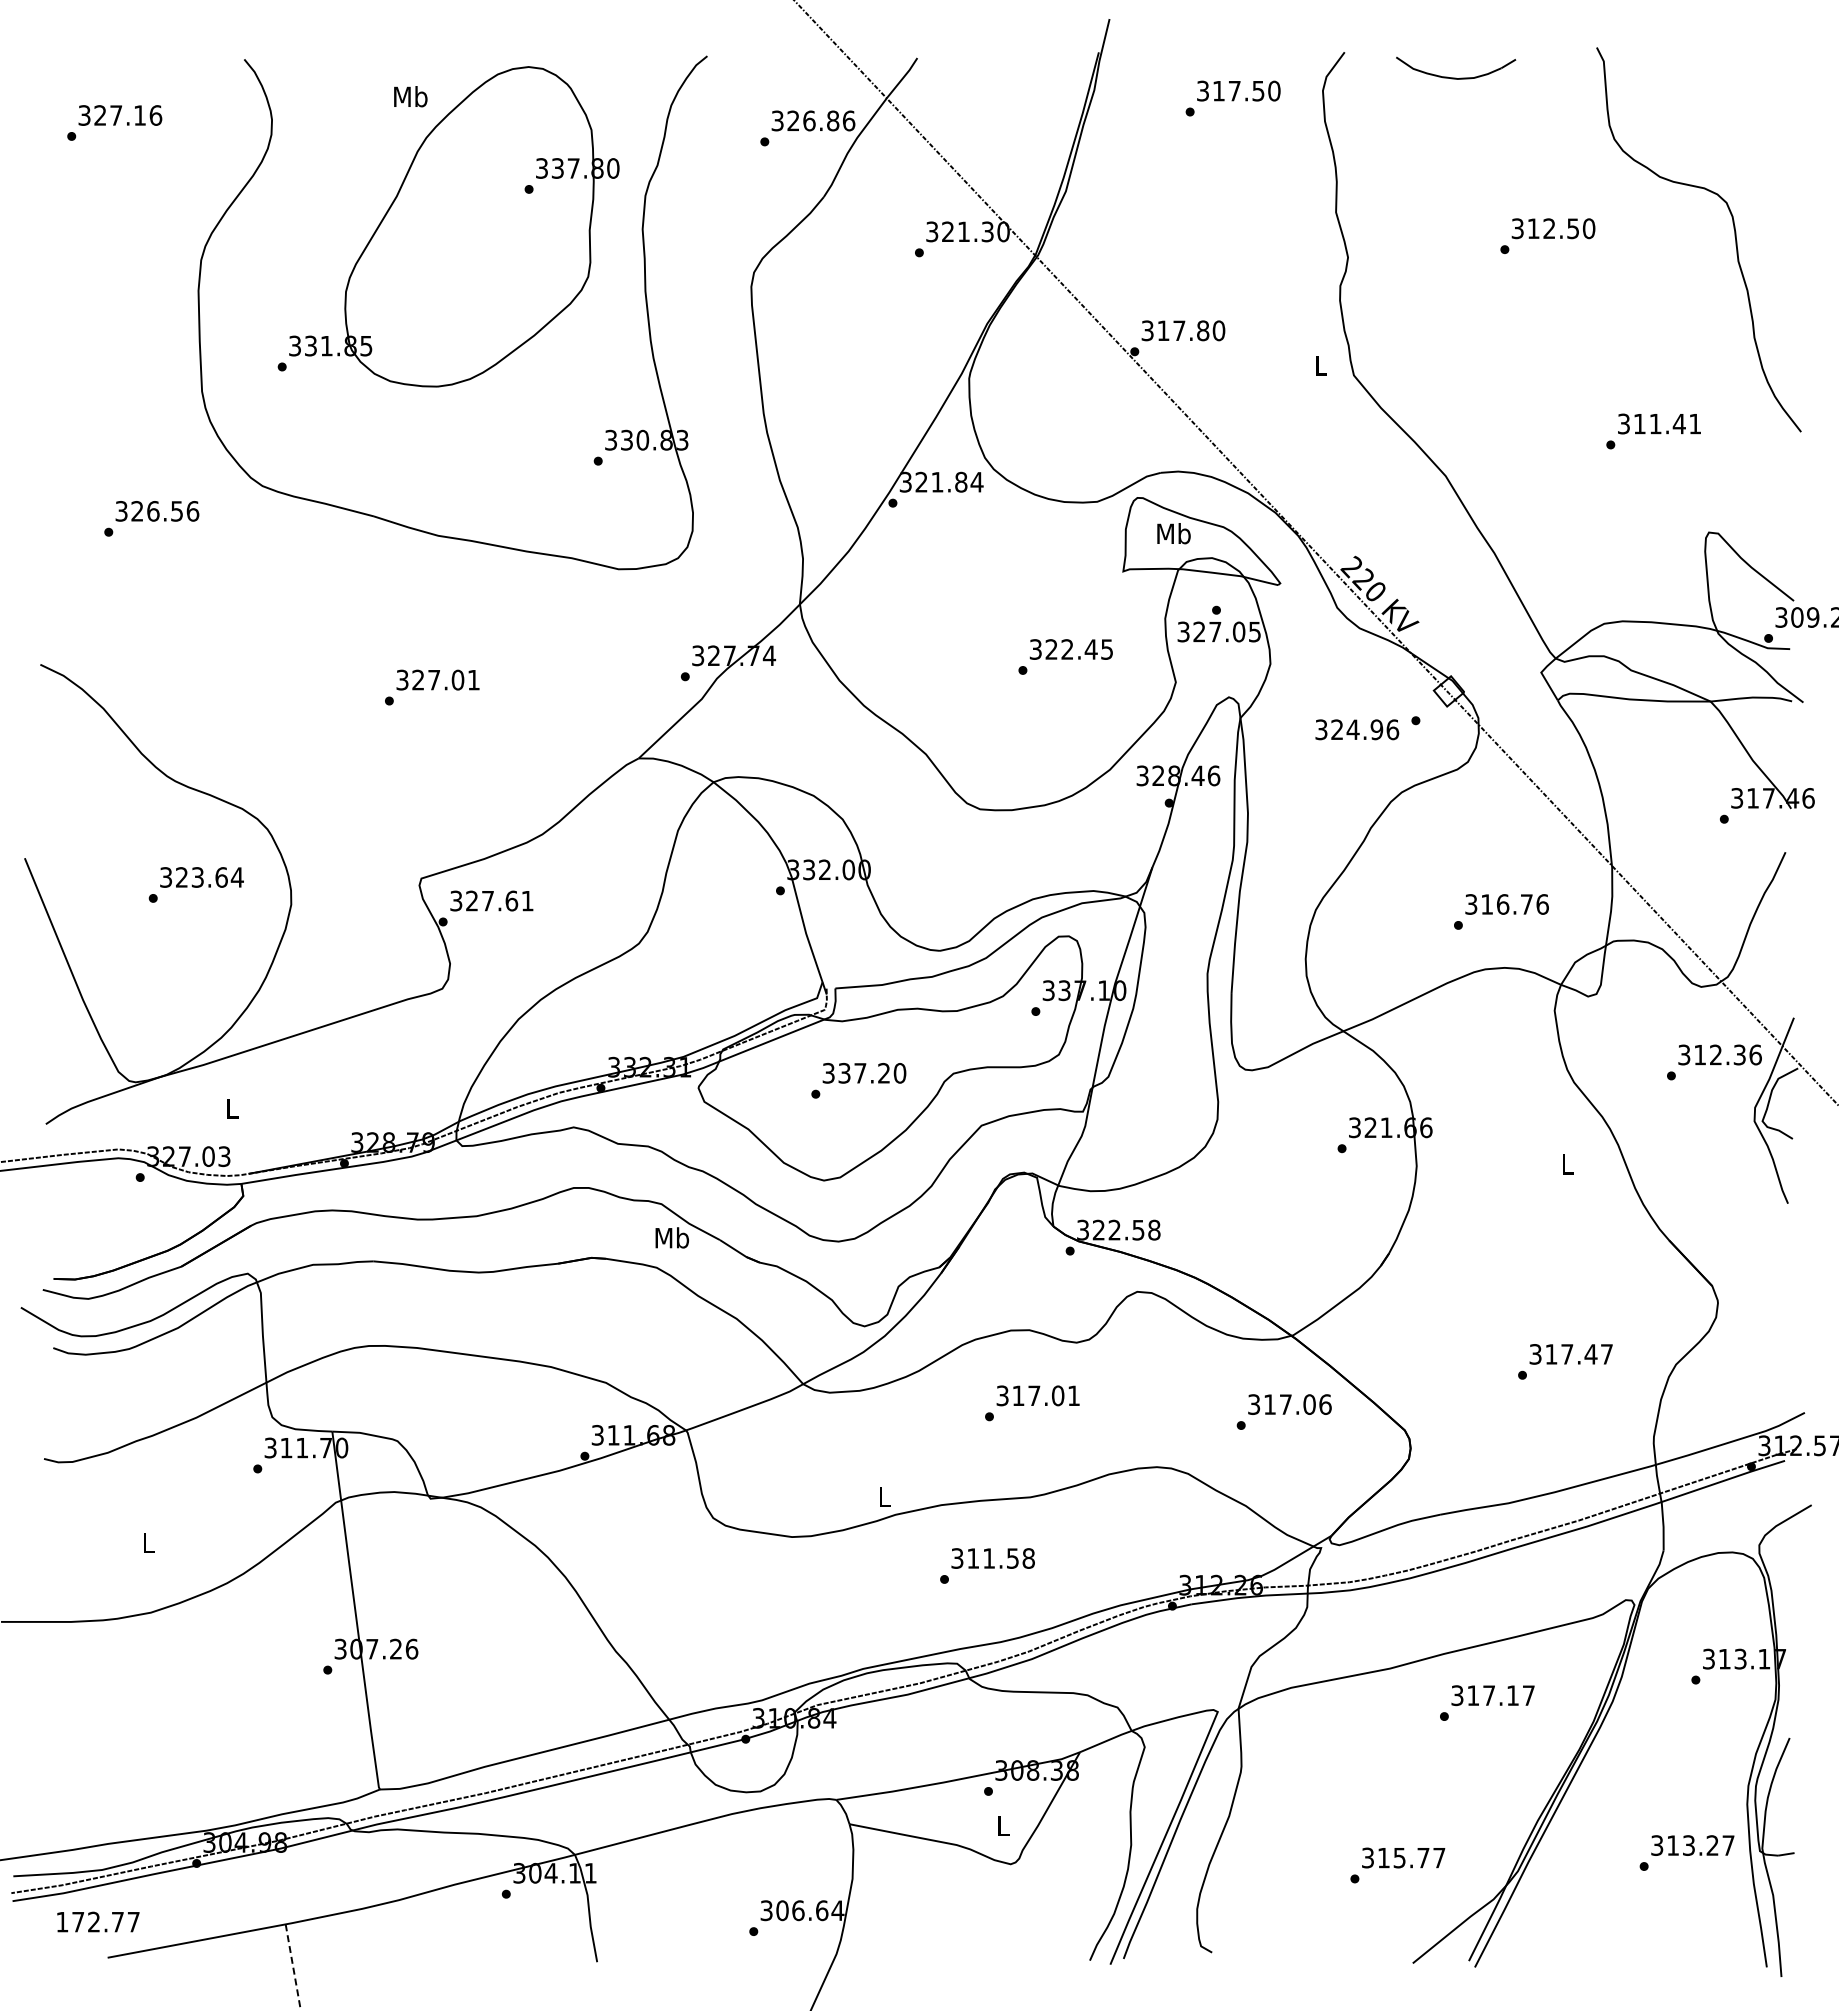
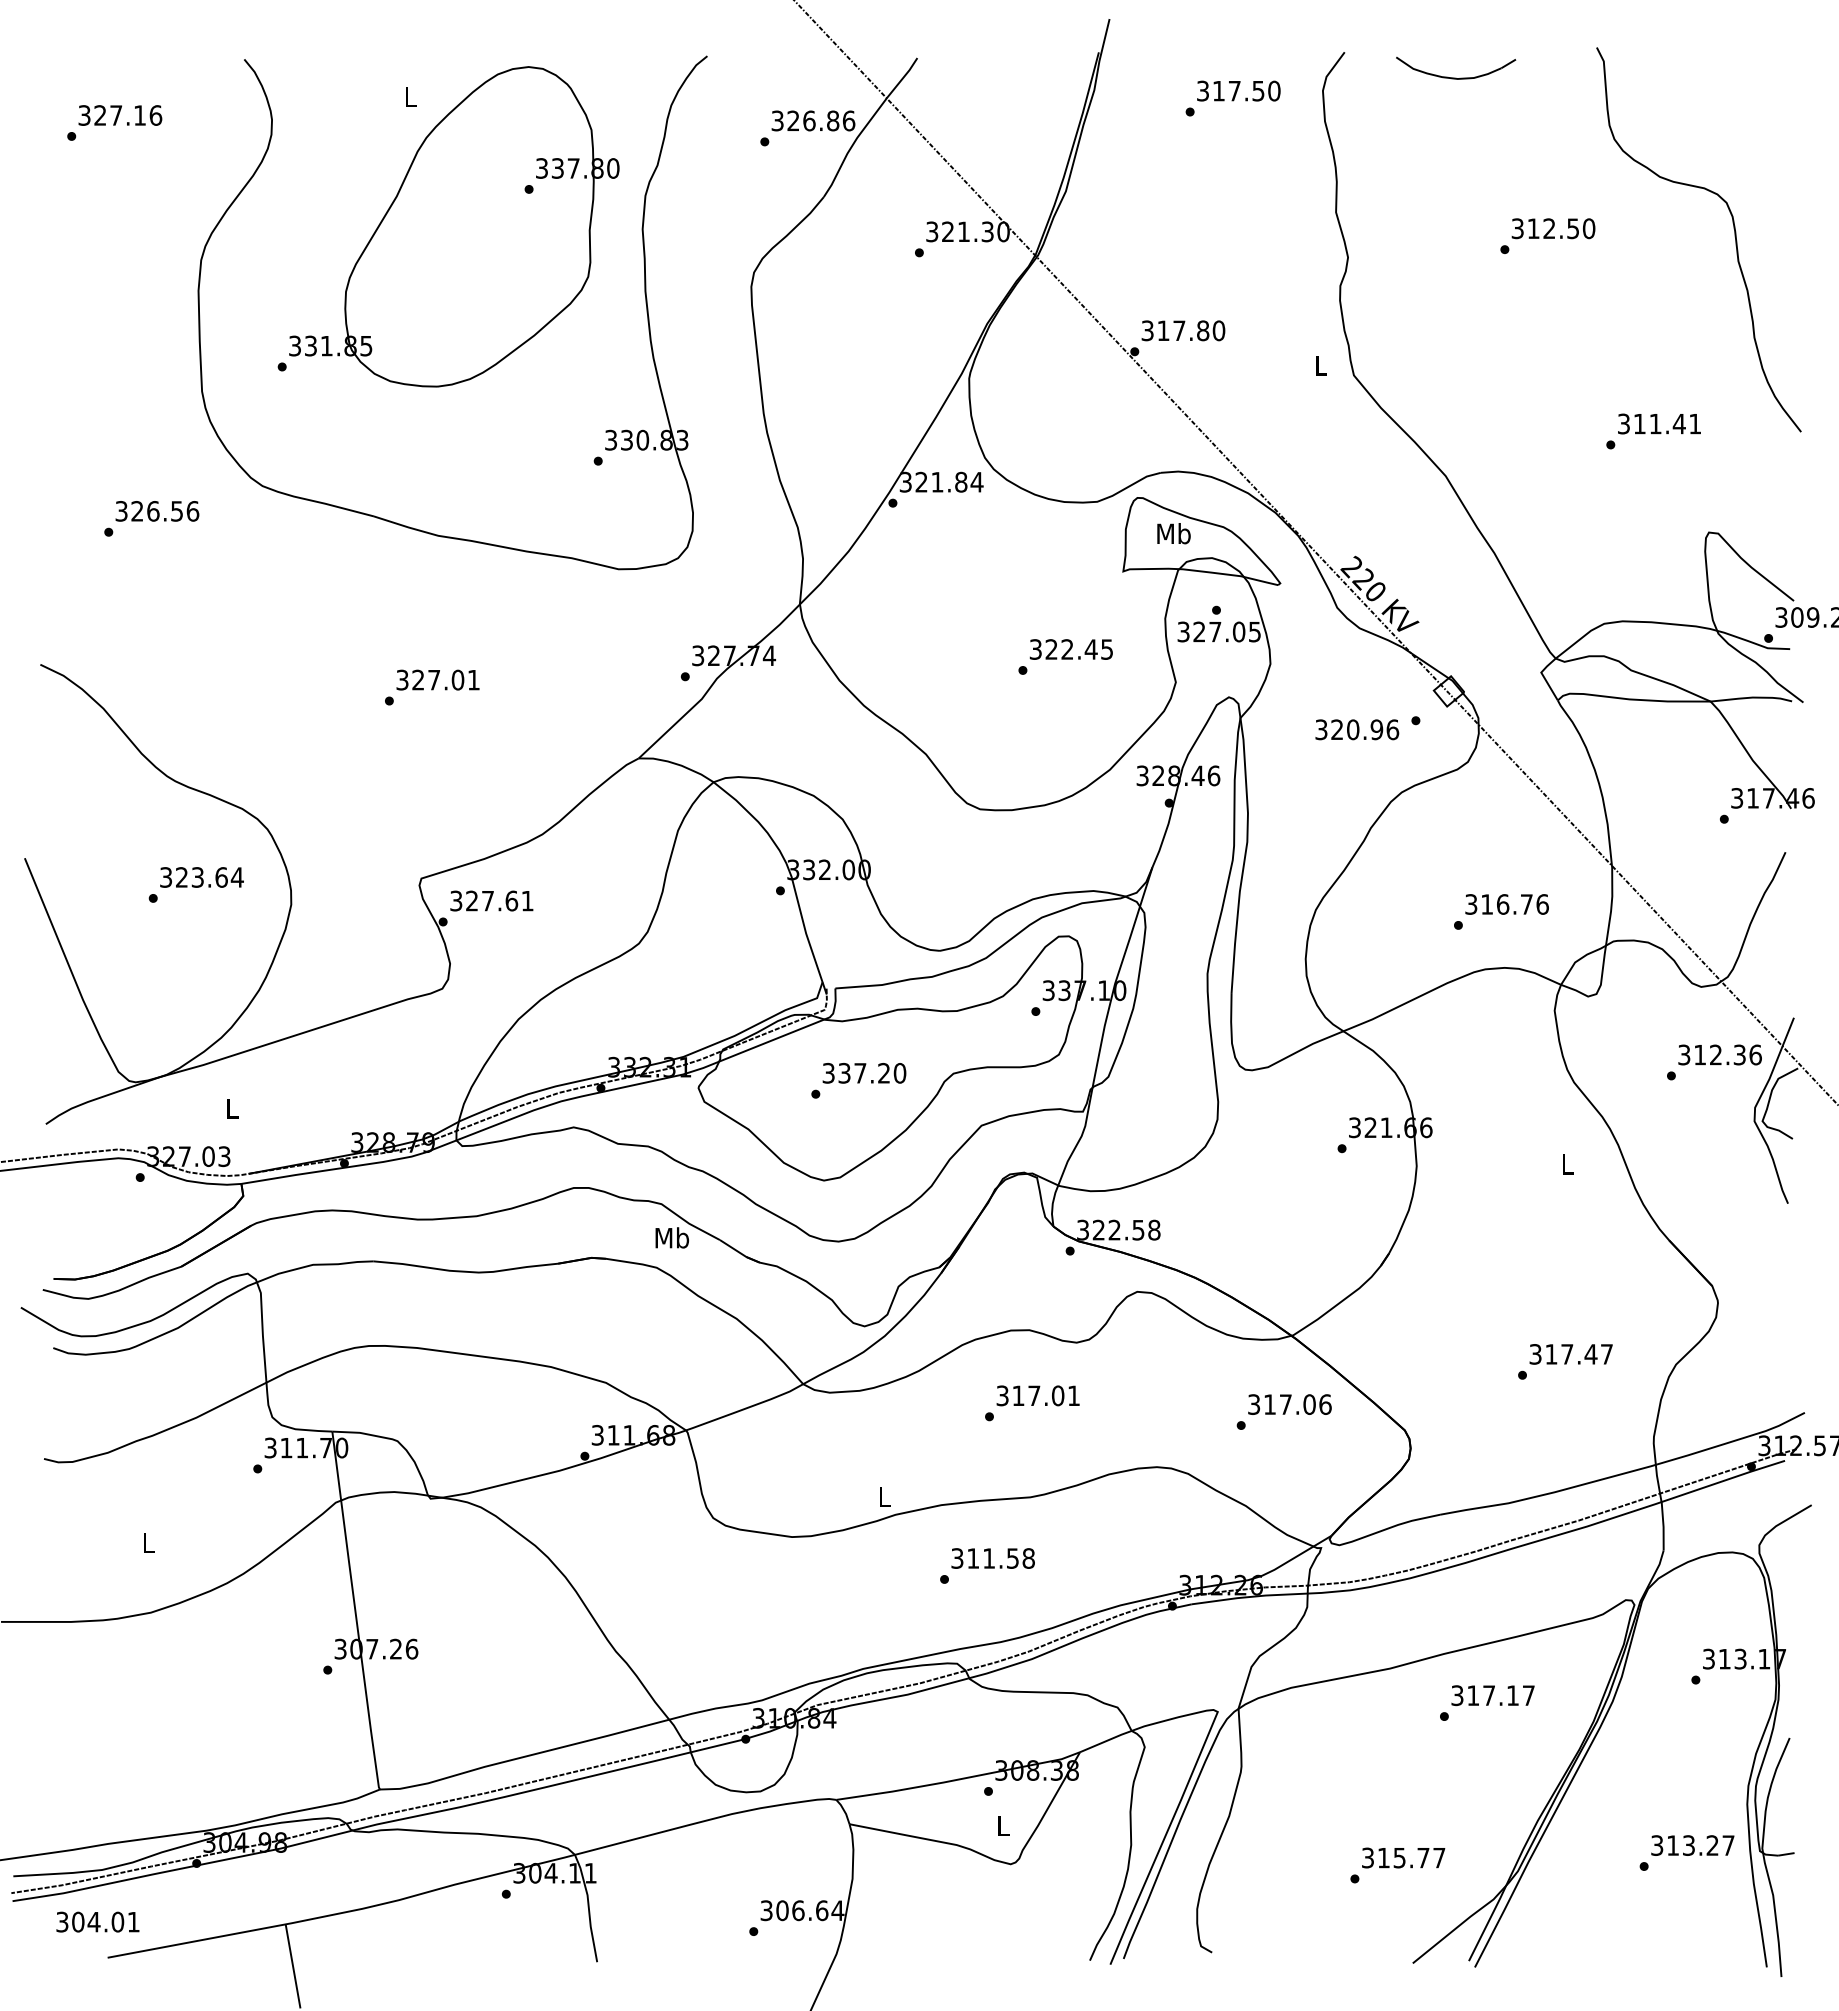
text at (410, 96): Mb -> L
text at (1352, 729): 324.96 -> 320.96
text at (97, 1921): 172.77 -> 304.01
line at (293, 1966): dashed -> solid
